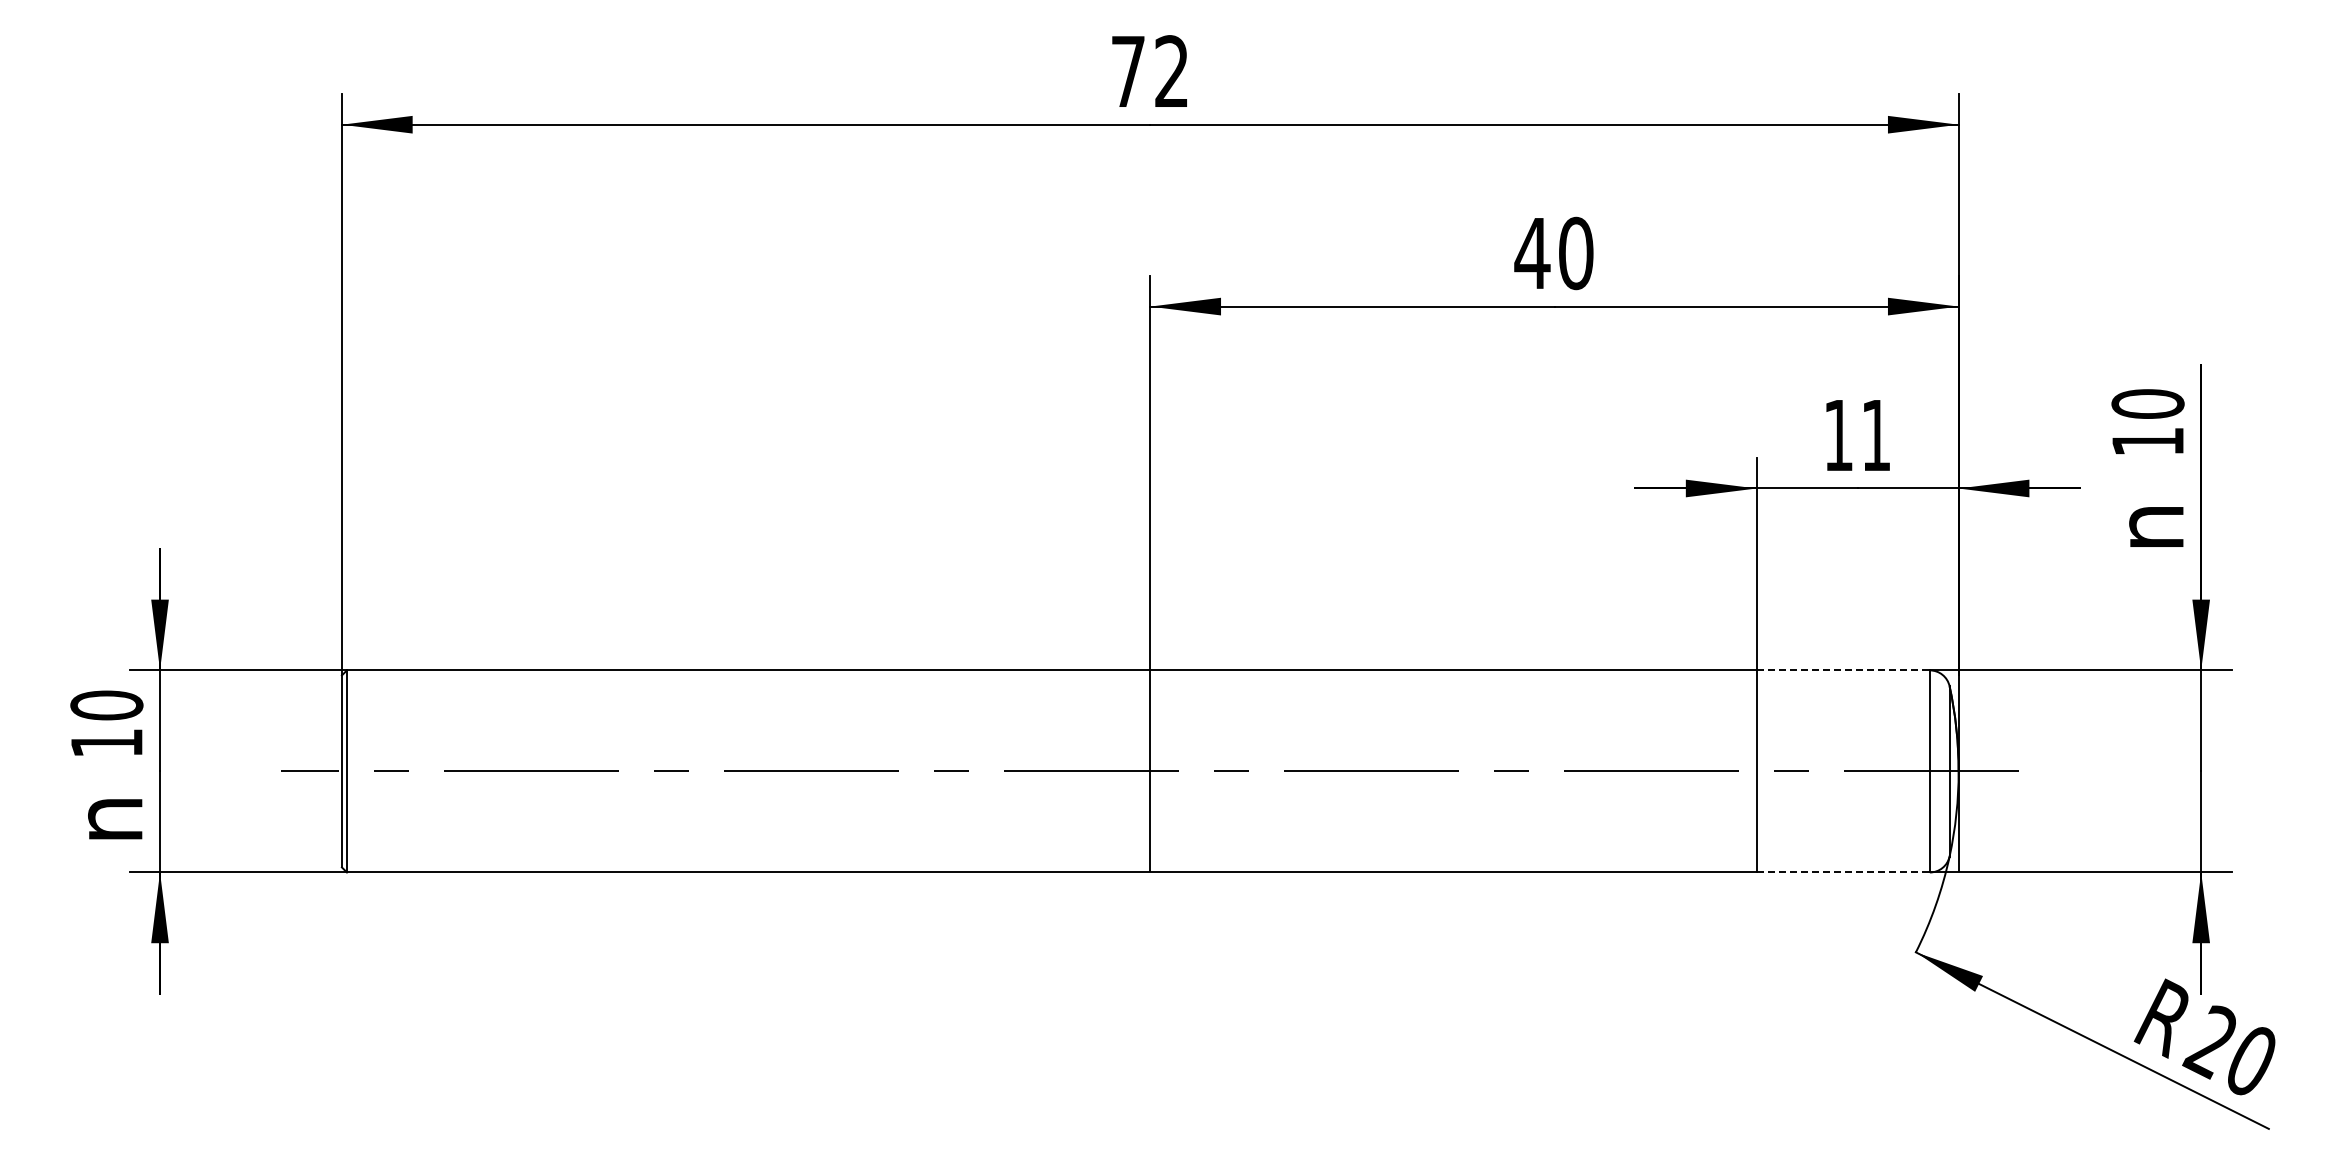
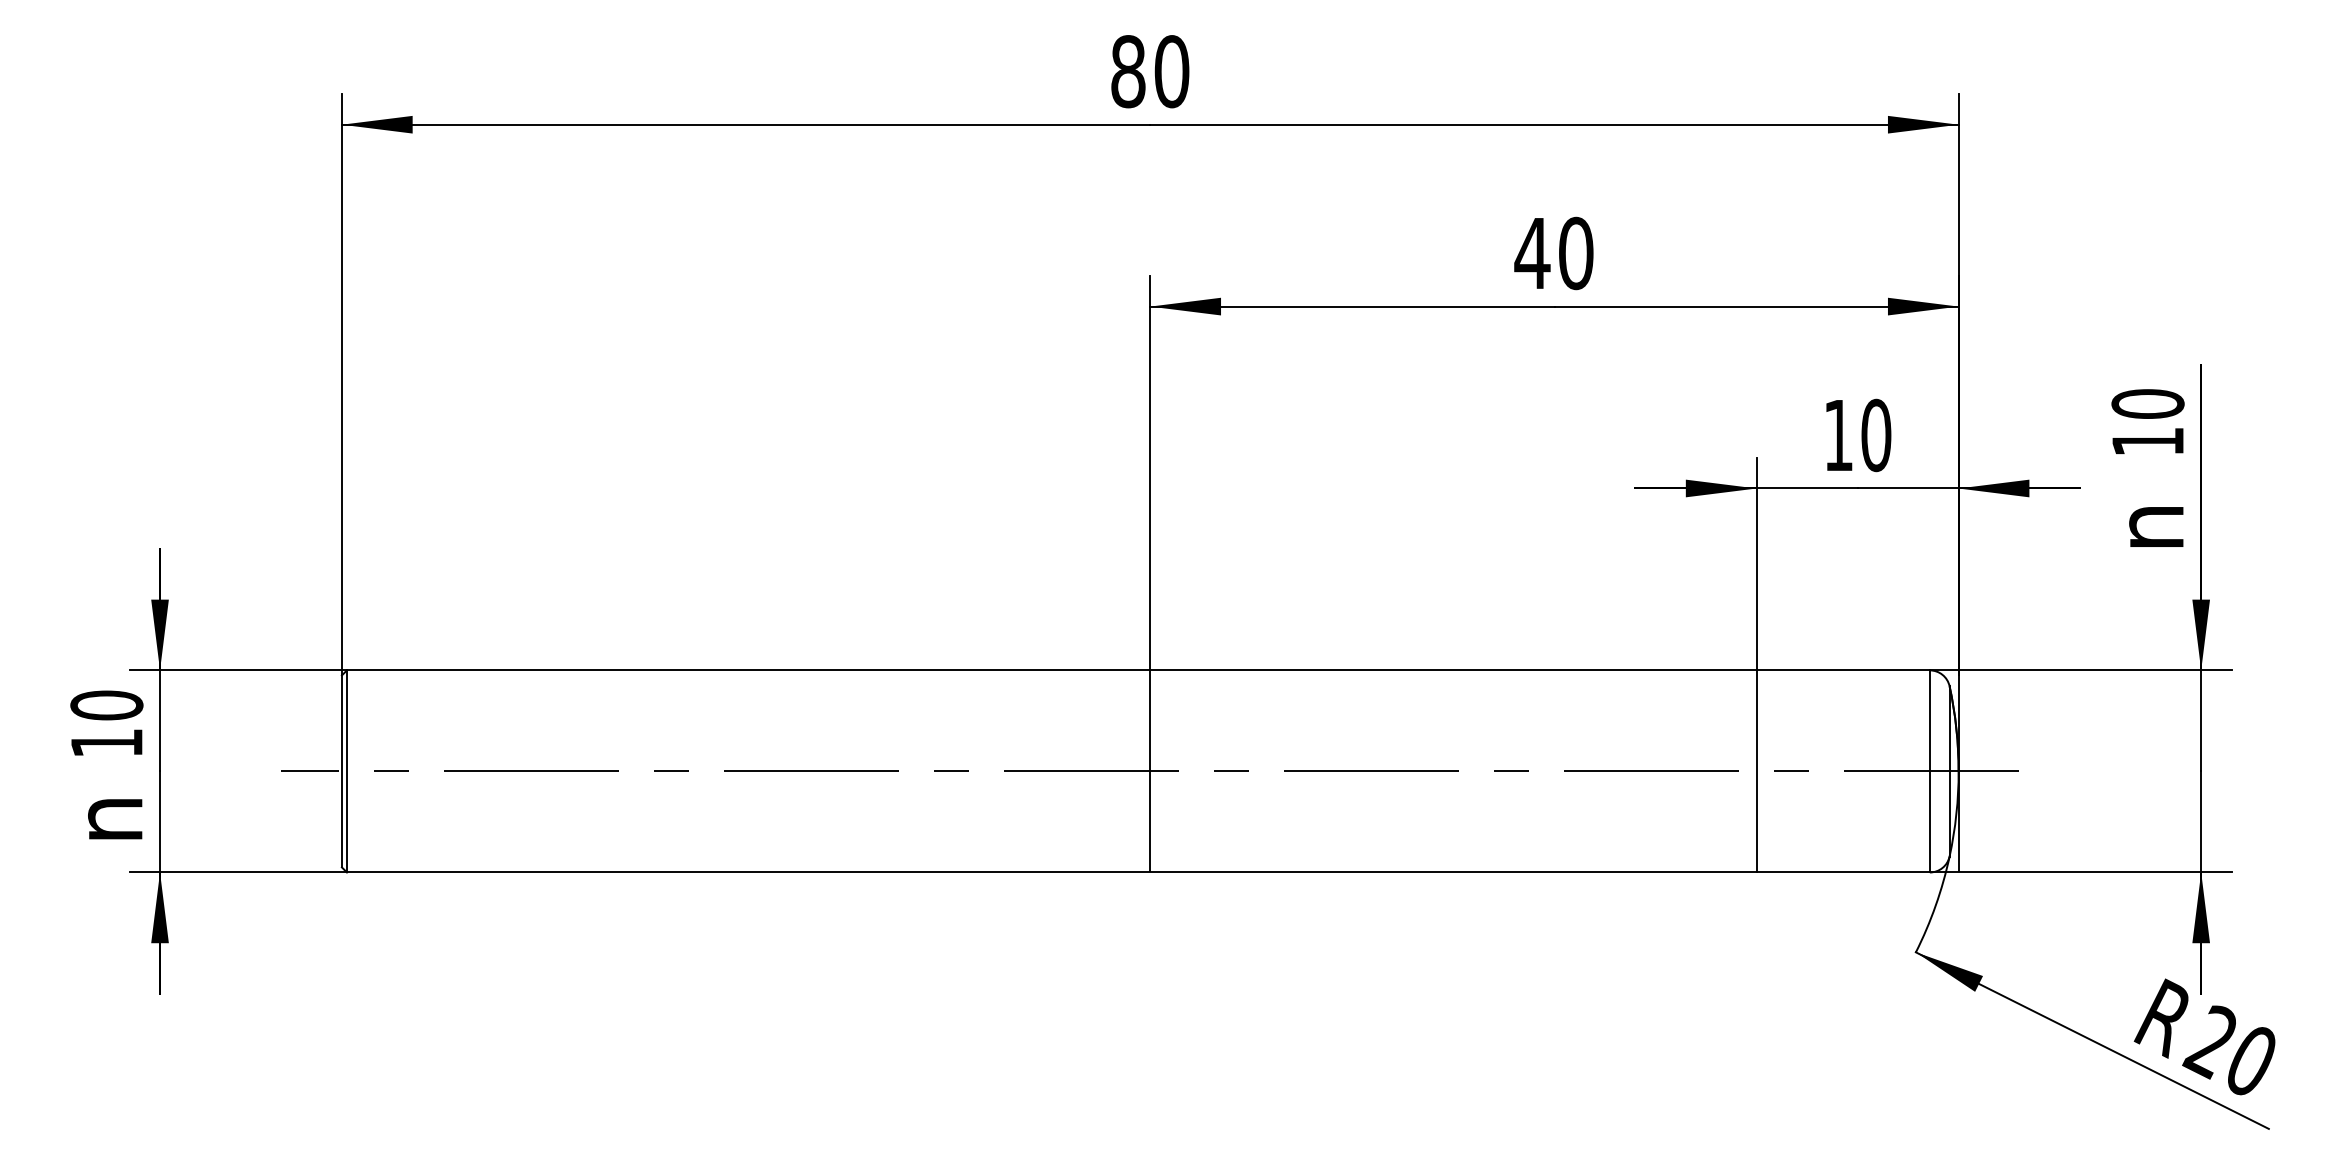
text at (1150, 71): 72 -> 80
text at (1876, 435): 11 -> 10
line at (1843, 670): dashed -> solid
line at (1843, 872): dashed -> solid
